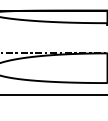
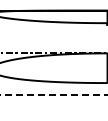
line at (54, 95): solid -> dashed
